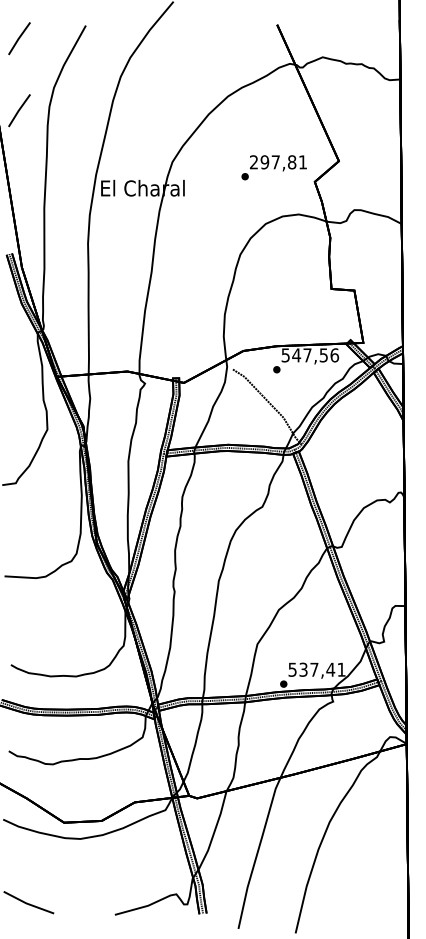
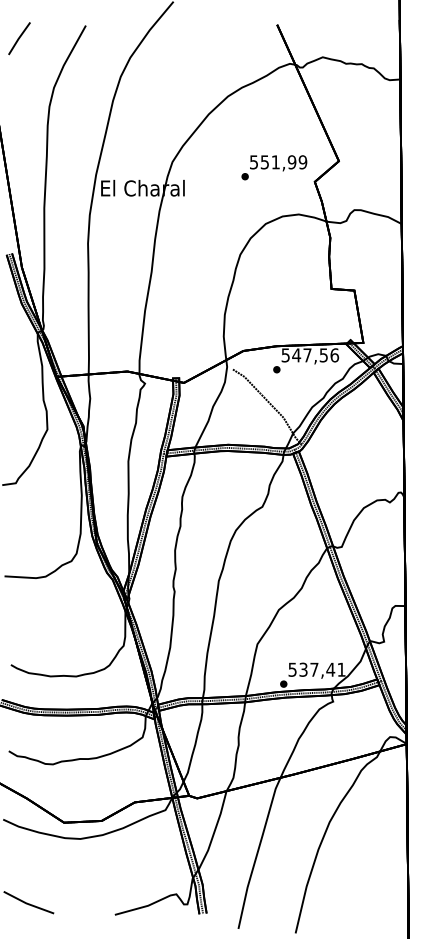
line at (19, 110): present -> none
text at (278, 162): 297,81 -> 551,99
